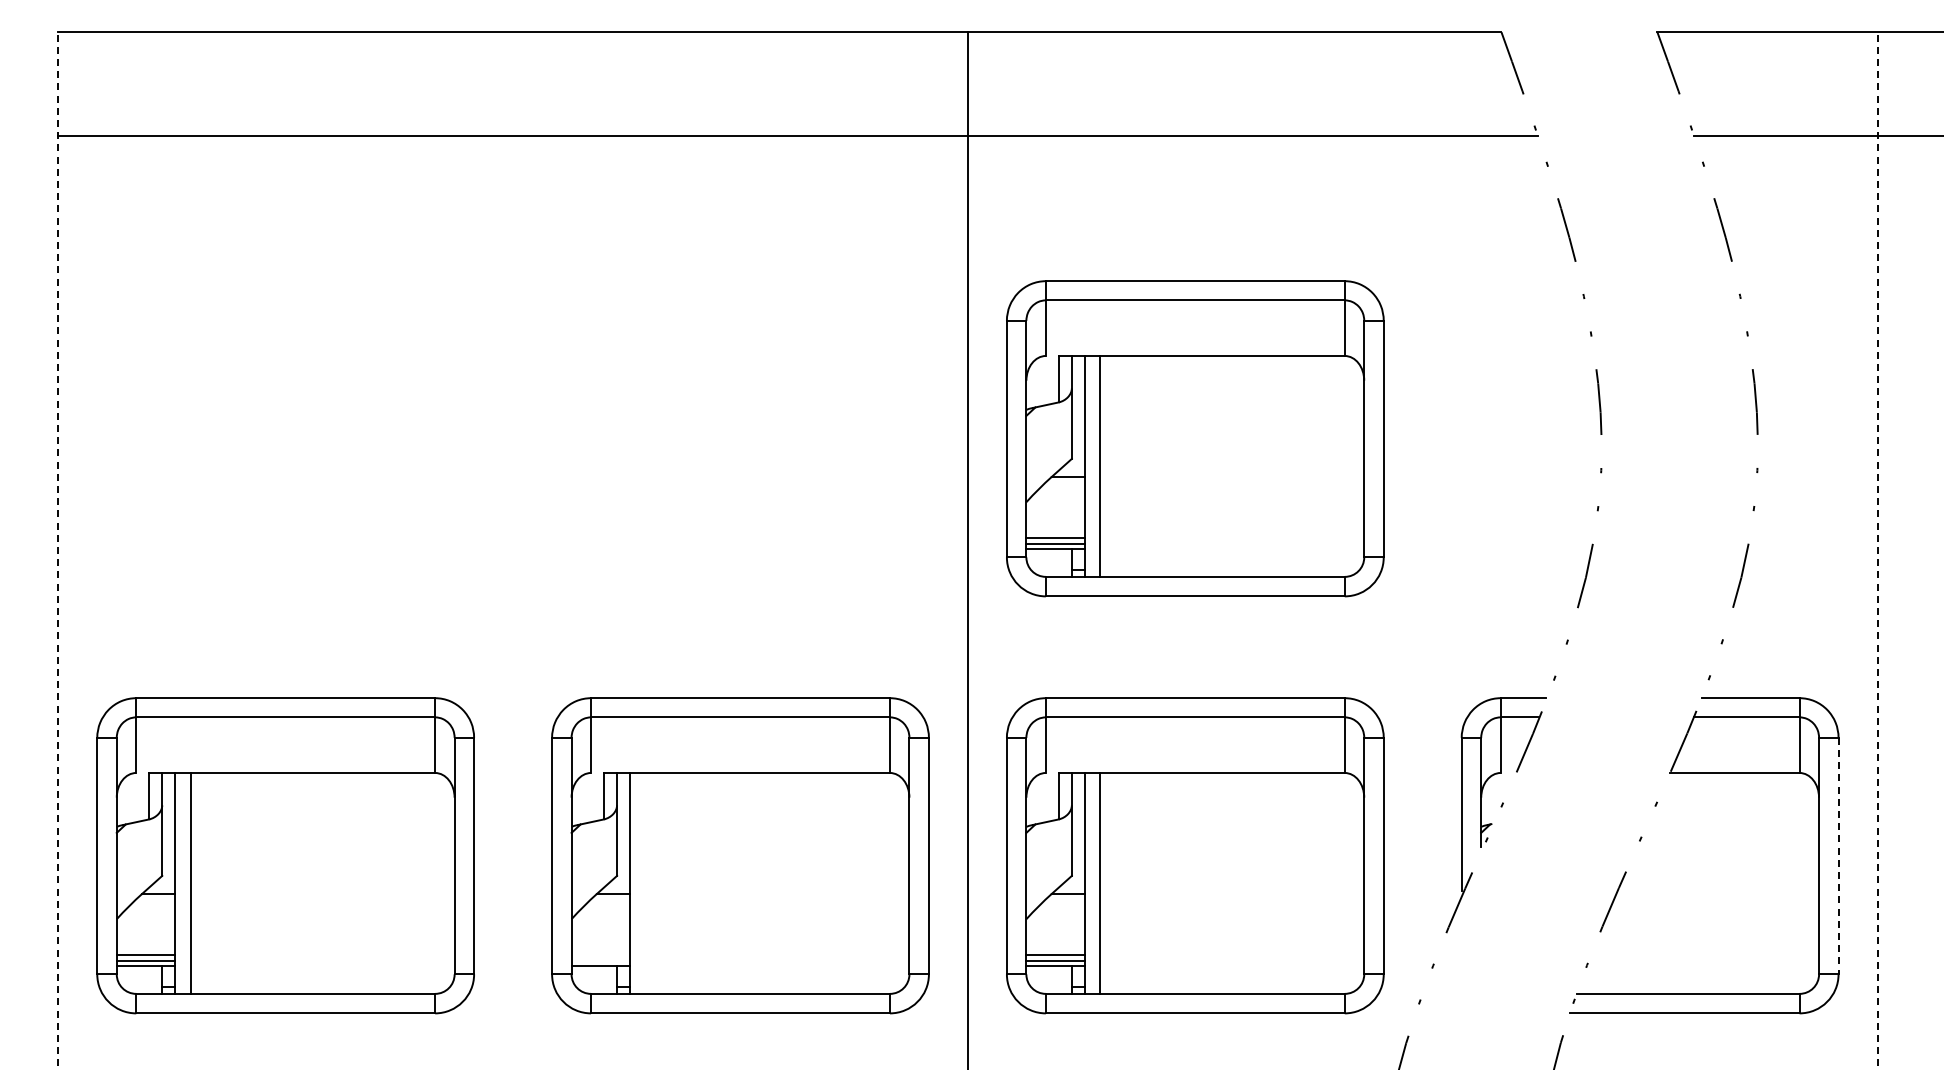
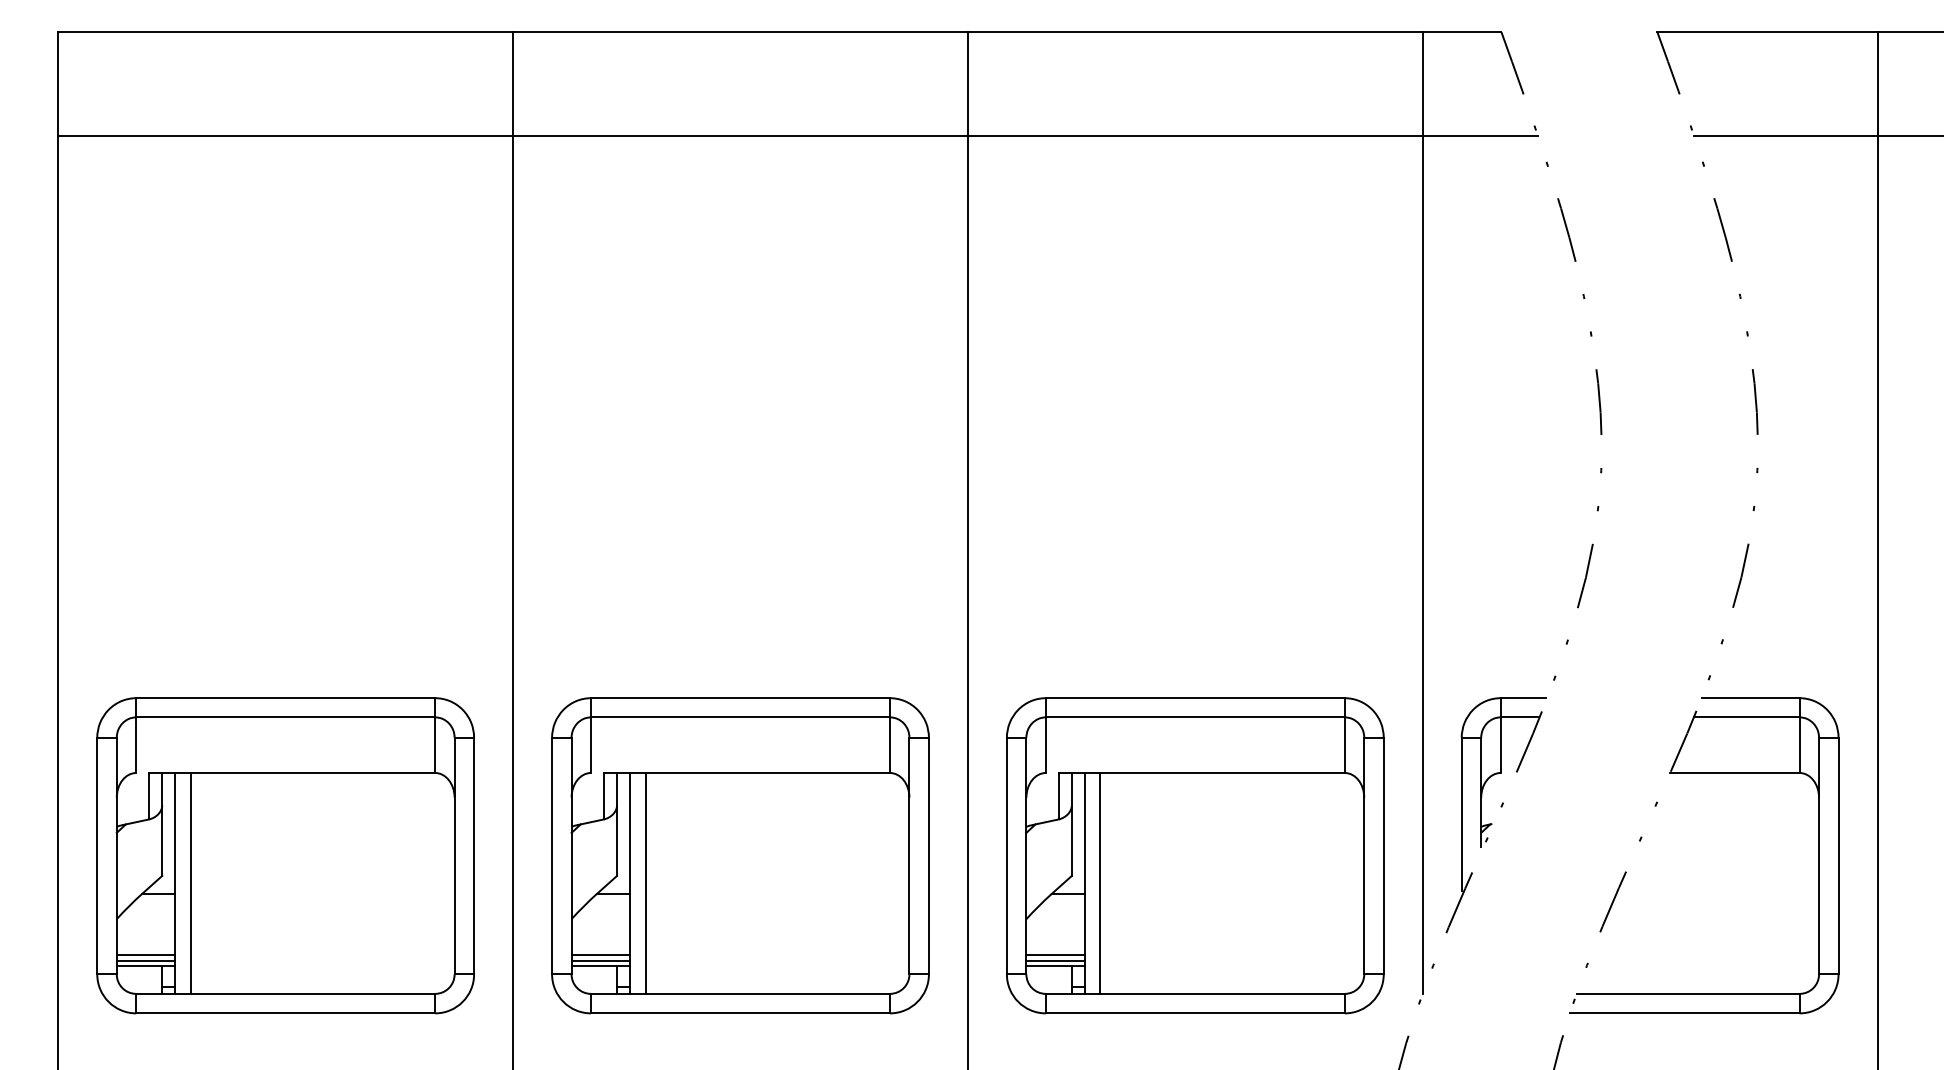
part at (1195, 438): present -> none
line at (1422, 512): none -> present
line at (513, 549): none -> present
line at (58, 550): dashed -> solid
line at (1877, 550): dashed -> solid
line at (1838, 856): dashed -> solid
line at (645, 882): none -> present
line at (600, 955): none -> present
line at (600, 960): none -> present
